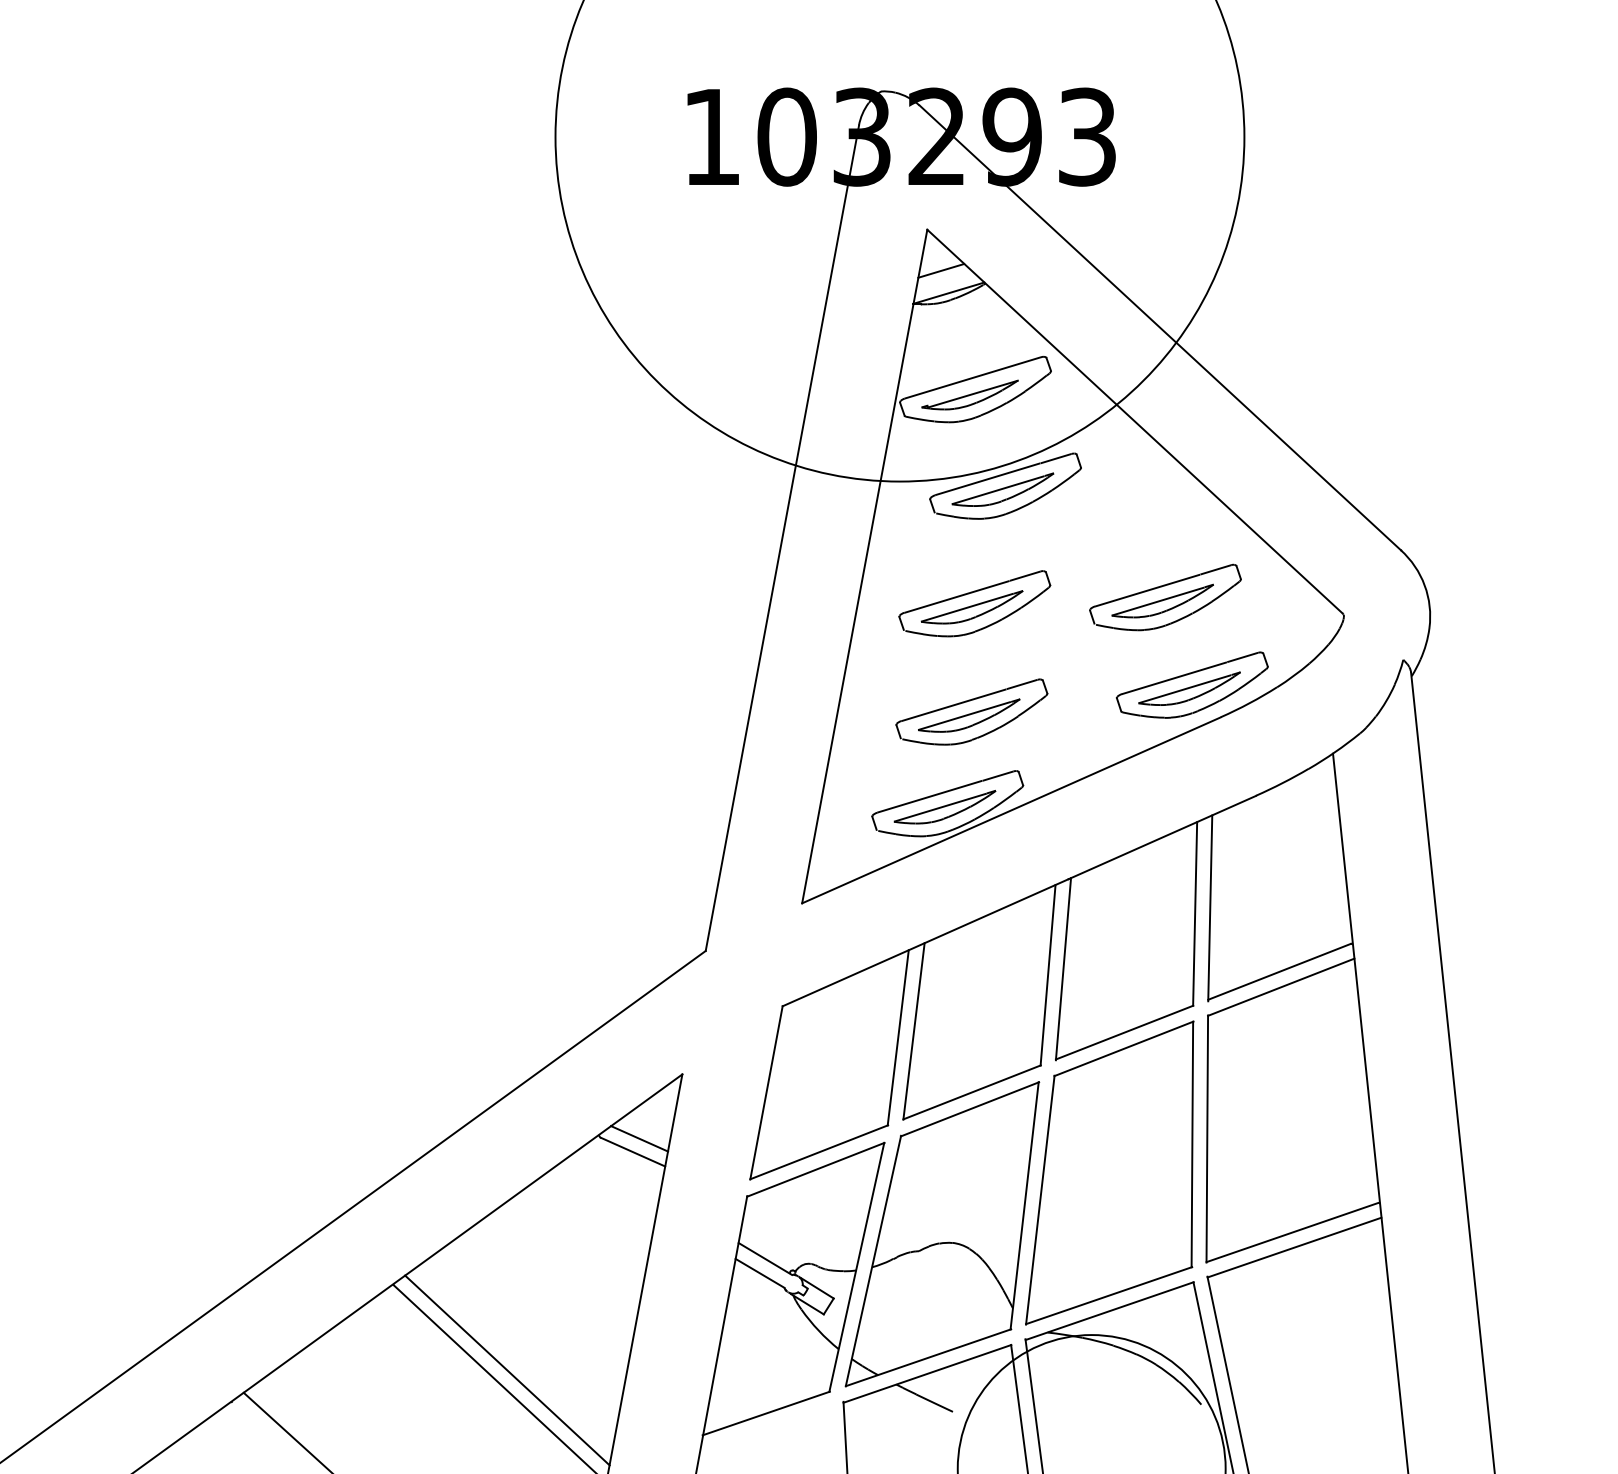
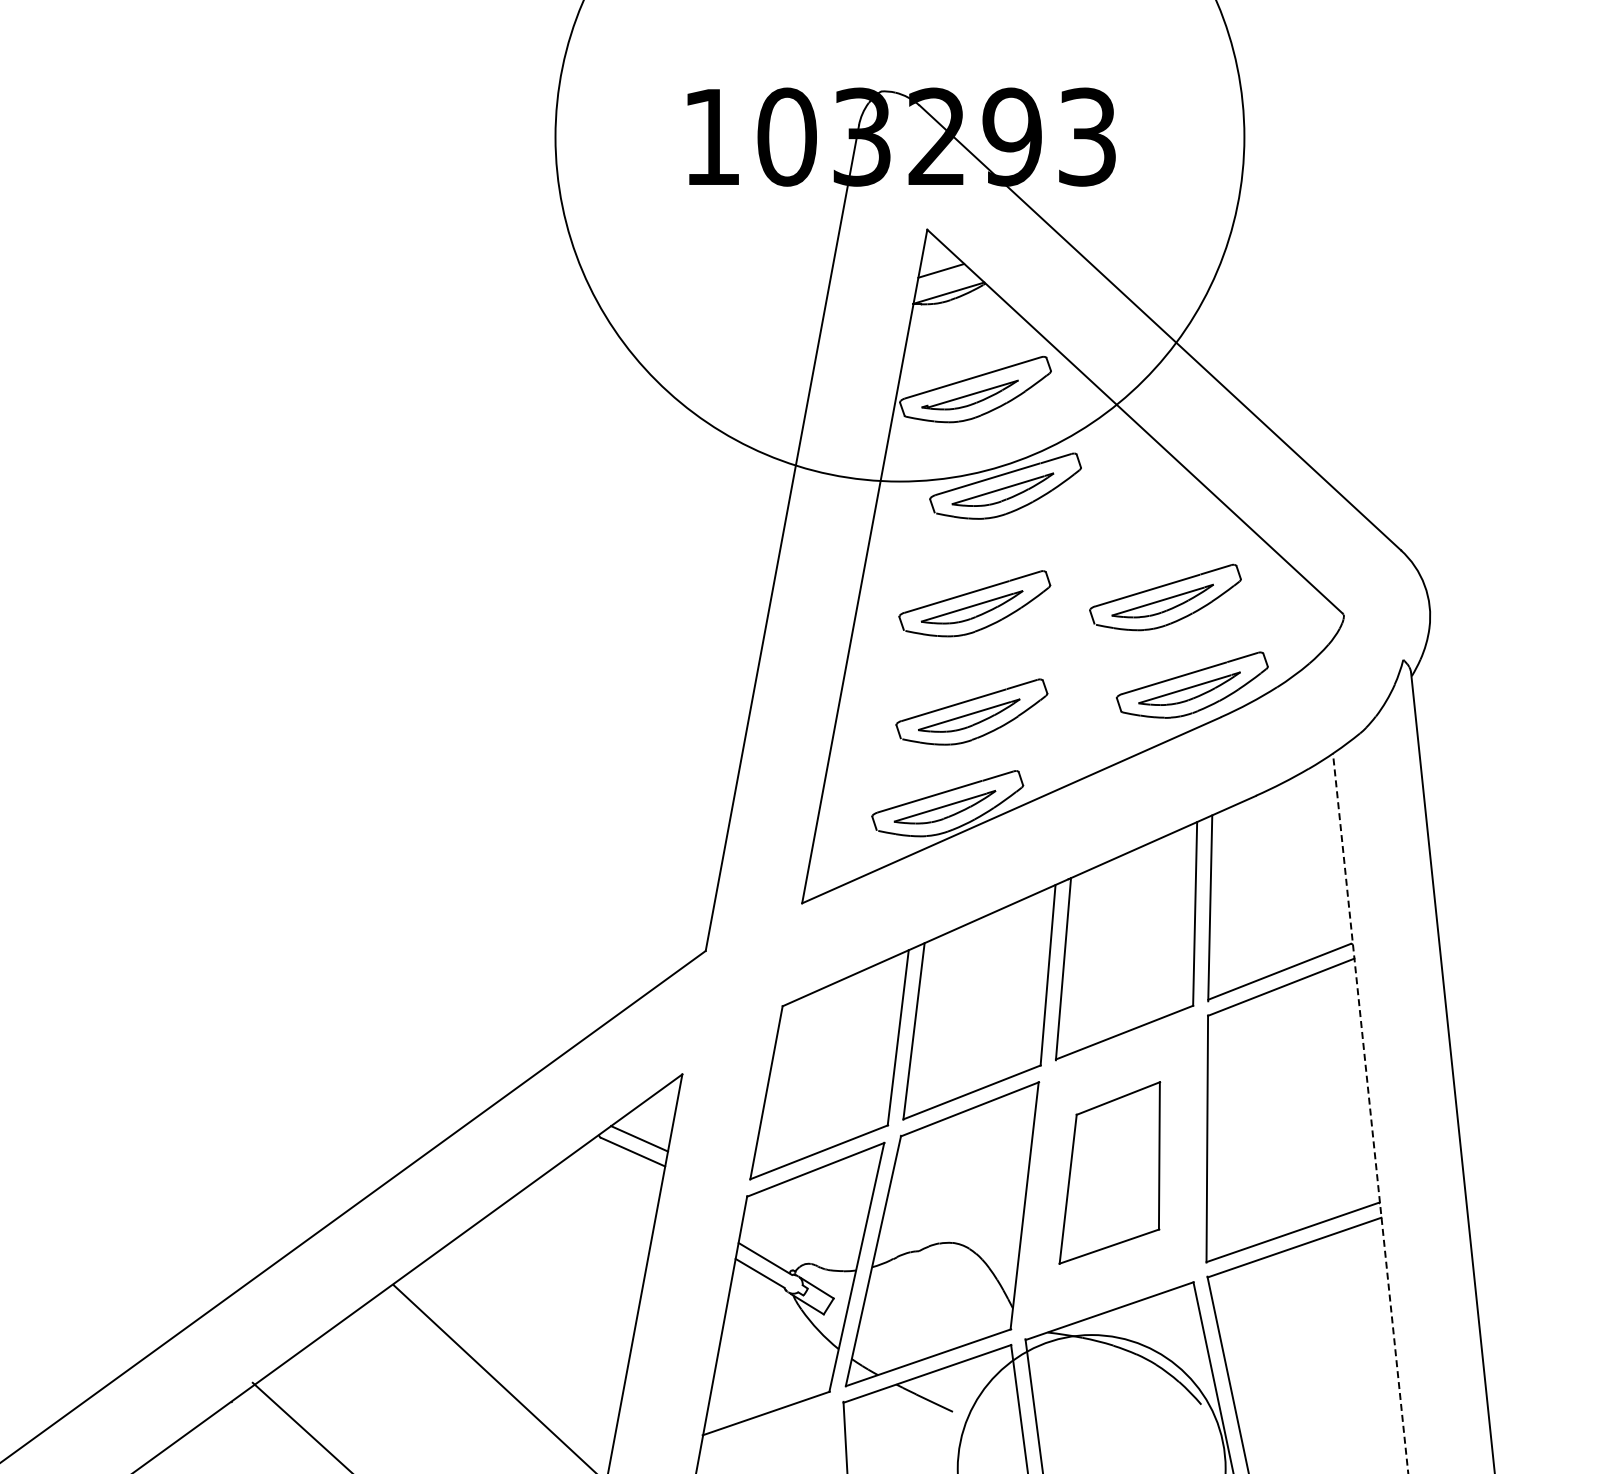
line at (1370, 1113): solid -> dashed
part at (1109, 1172) size: 170x306 px -> 104x184 px
line at (507, 1370): present -> none
line at (286, 1431) position: (286, 1431) -> (300, 1426)
